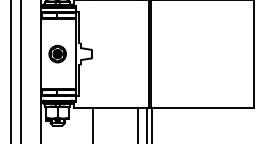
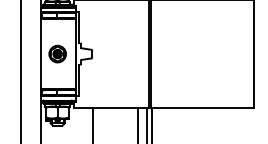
line at (11, 71): present -> none
